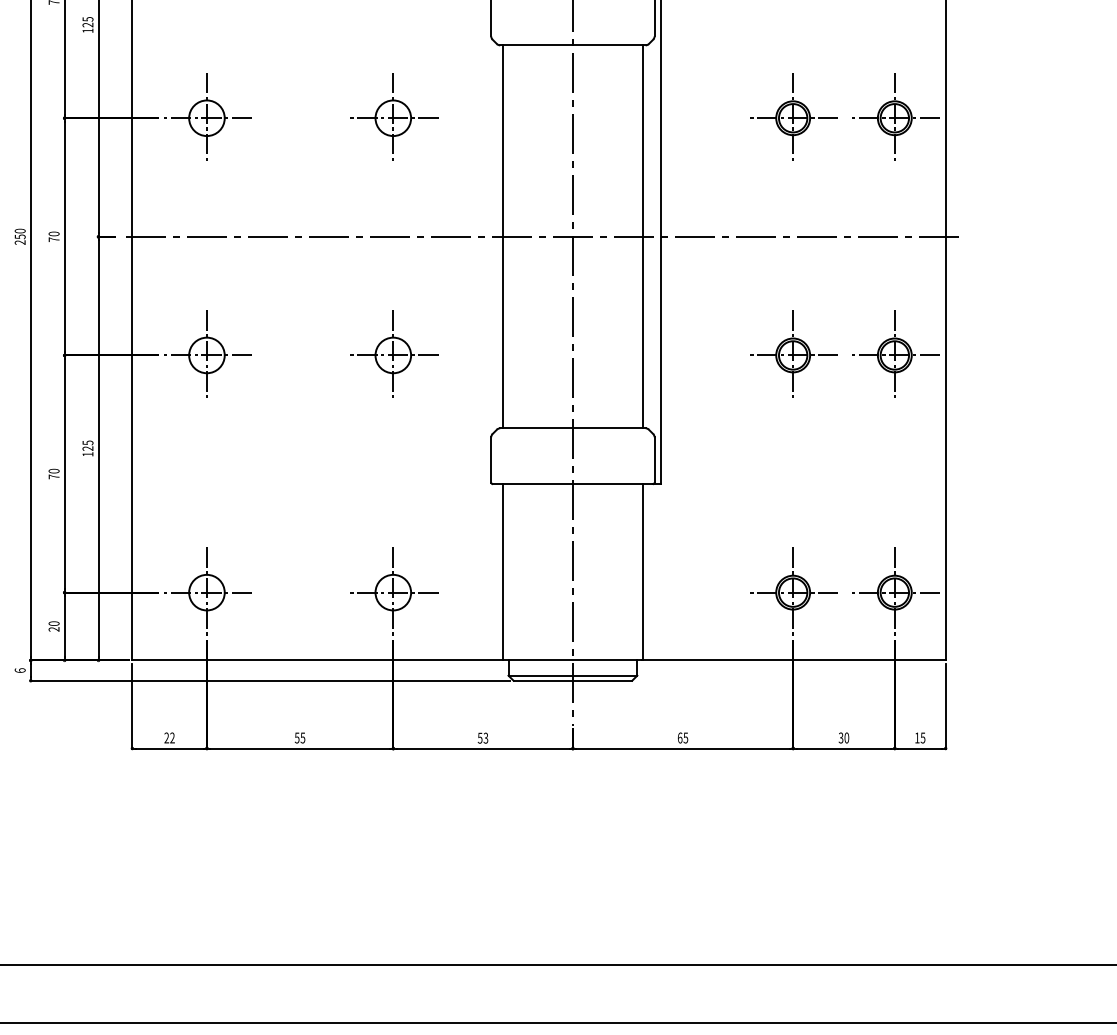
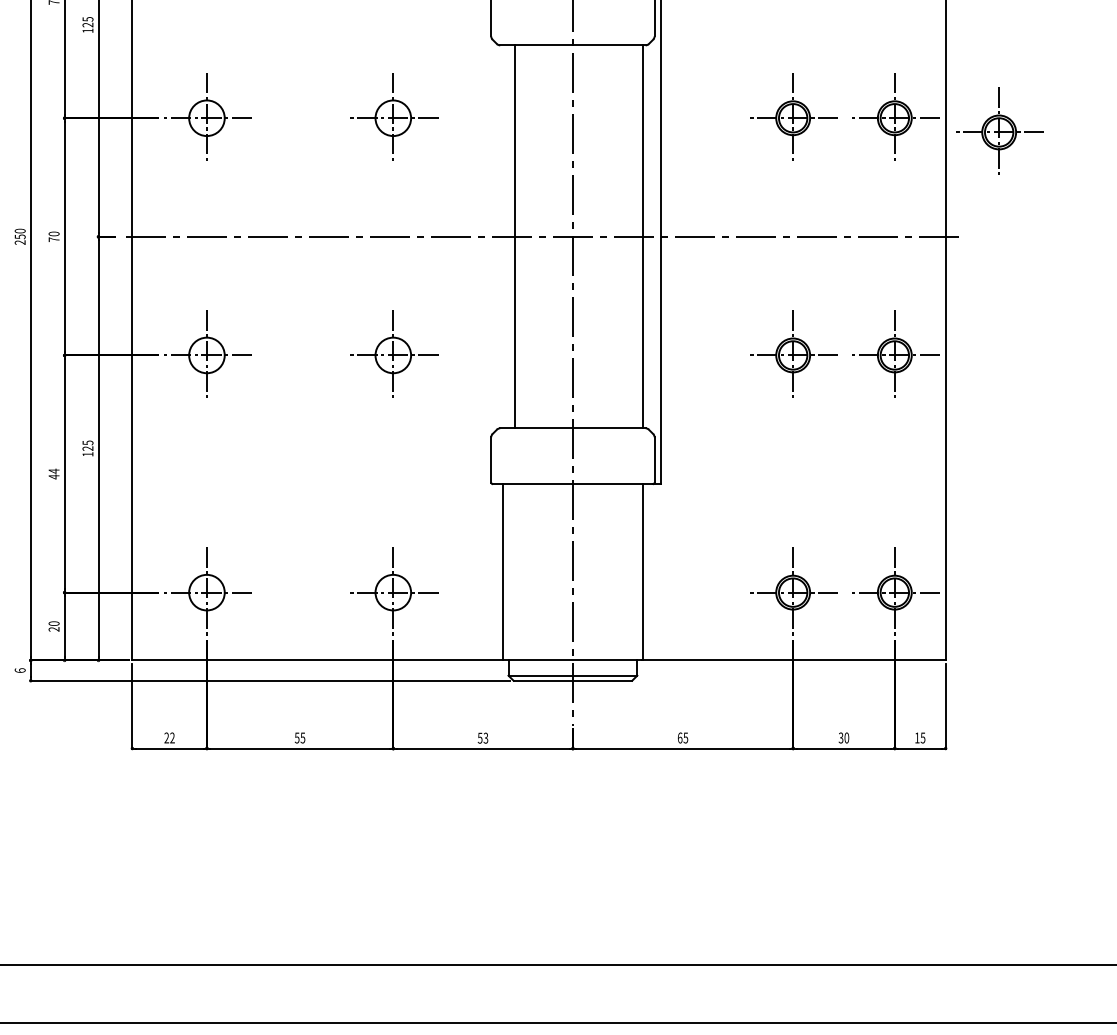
part at (999, 130): none -> present
line at (503, 236) position: (503, 236) -> (515, 236)
text at (53, 473): 70 -> 44
